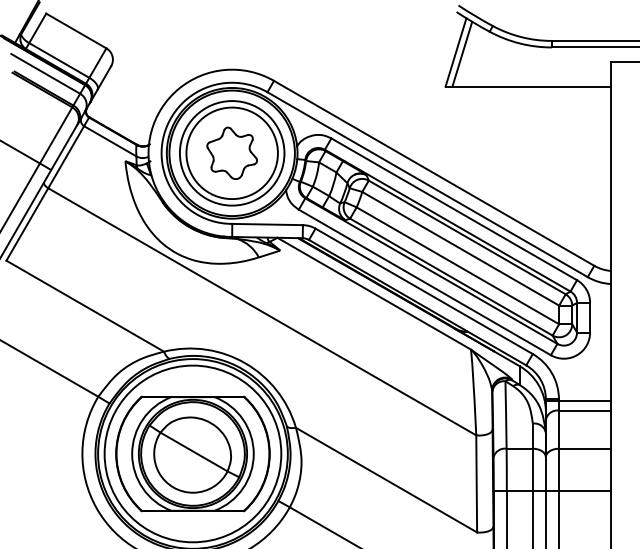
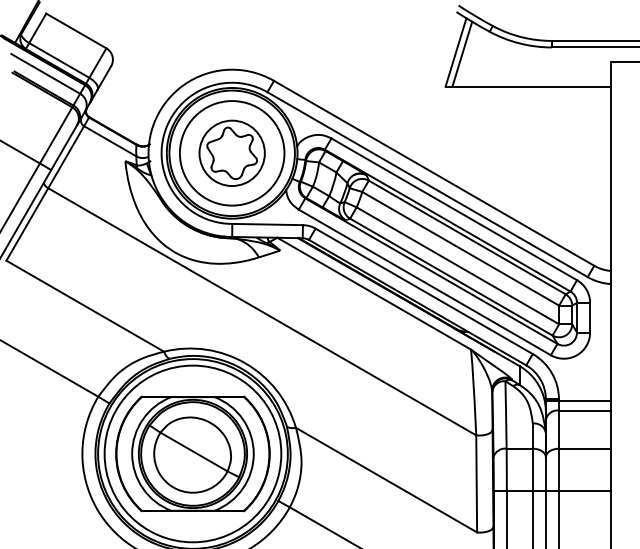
circle at (231, 153) diameter: 91 px -> 65 px
